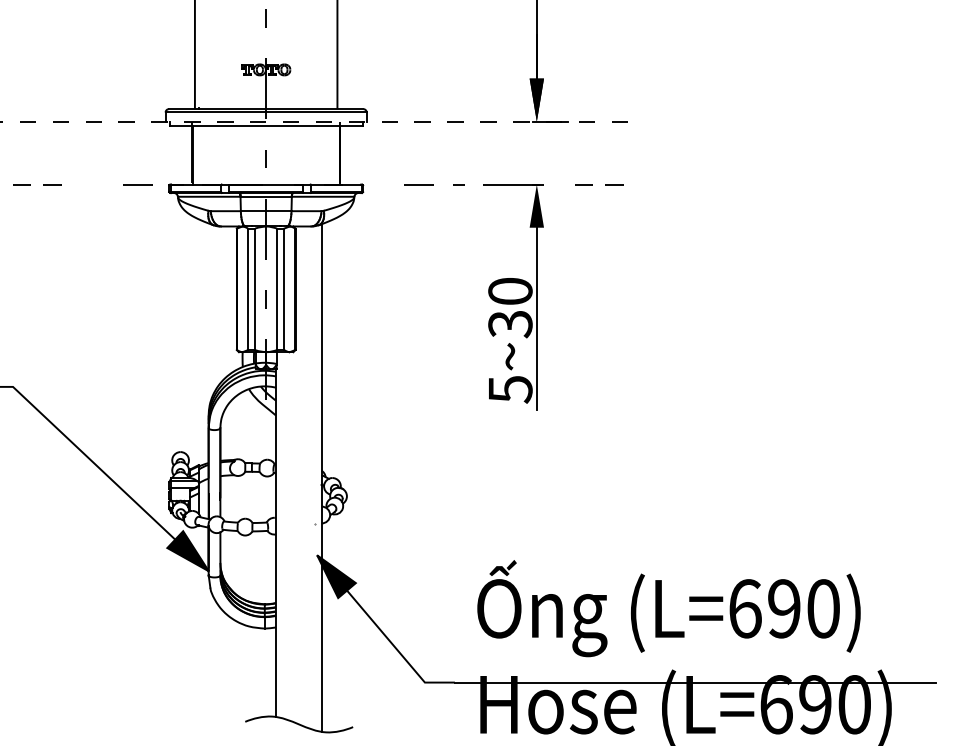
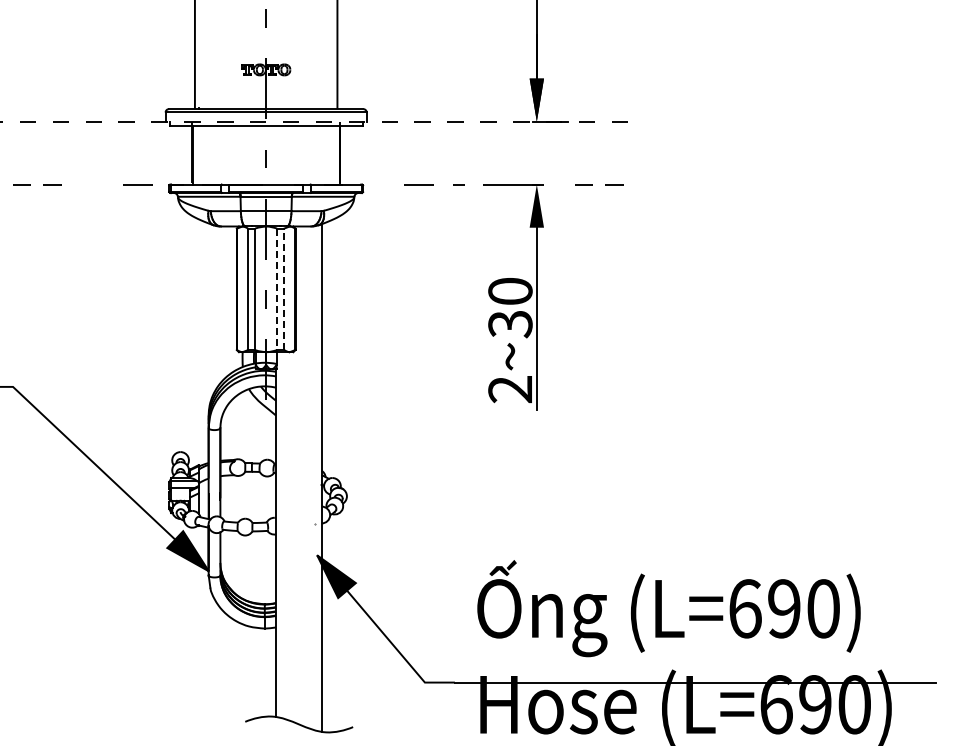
line at (277, 289): solid -> dashed
line at (284, 289): solid -> dashed
text at (510, 389): 5~30 -> 2~30
